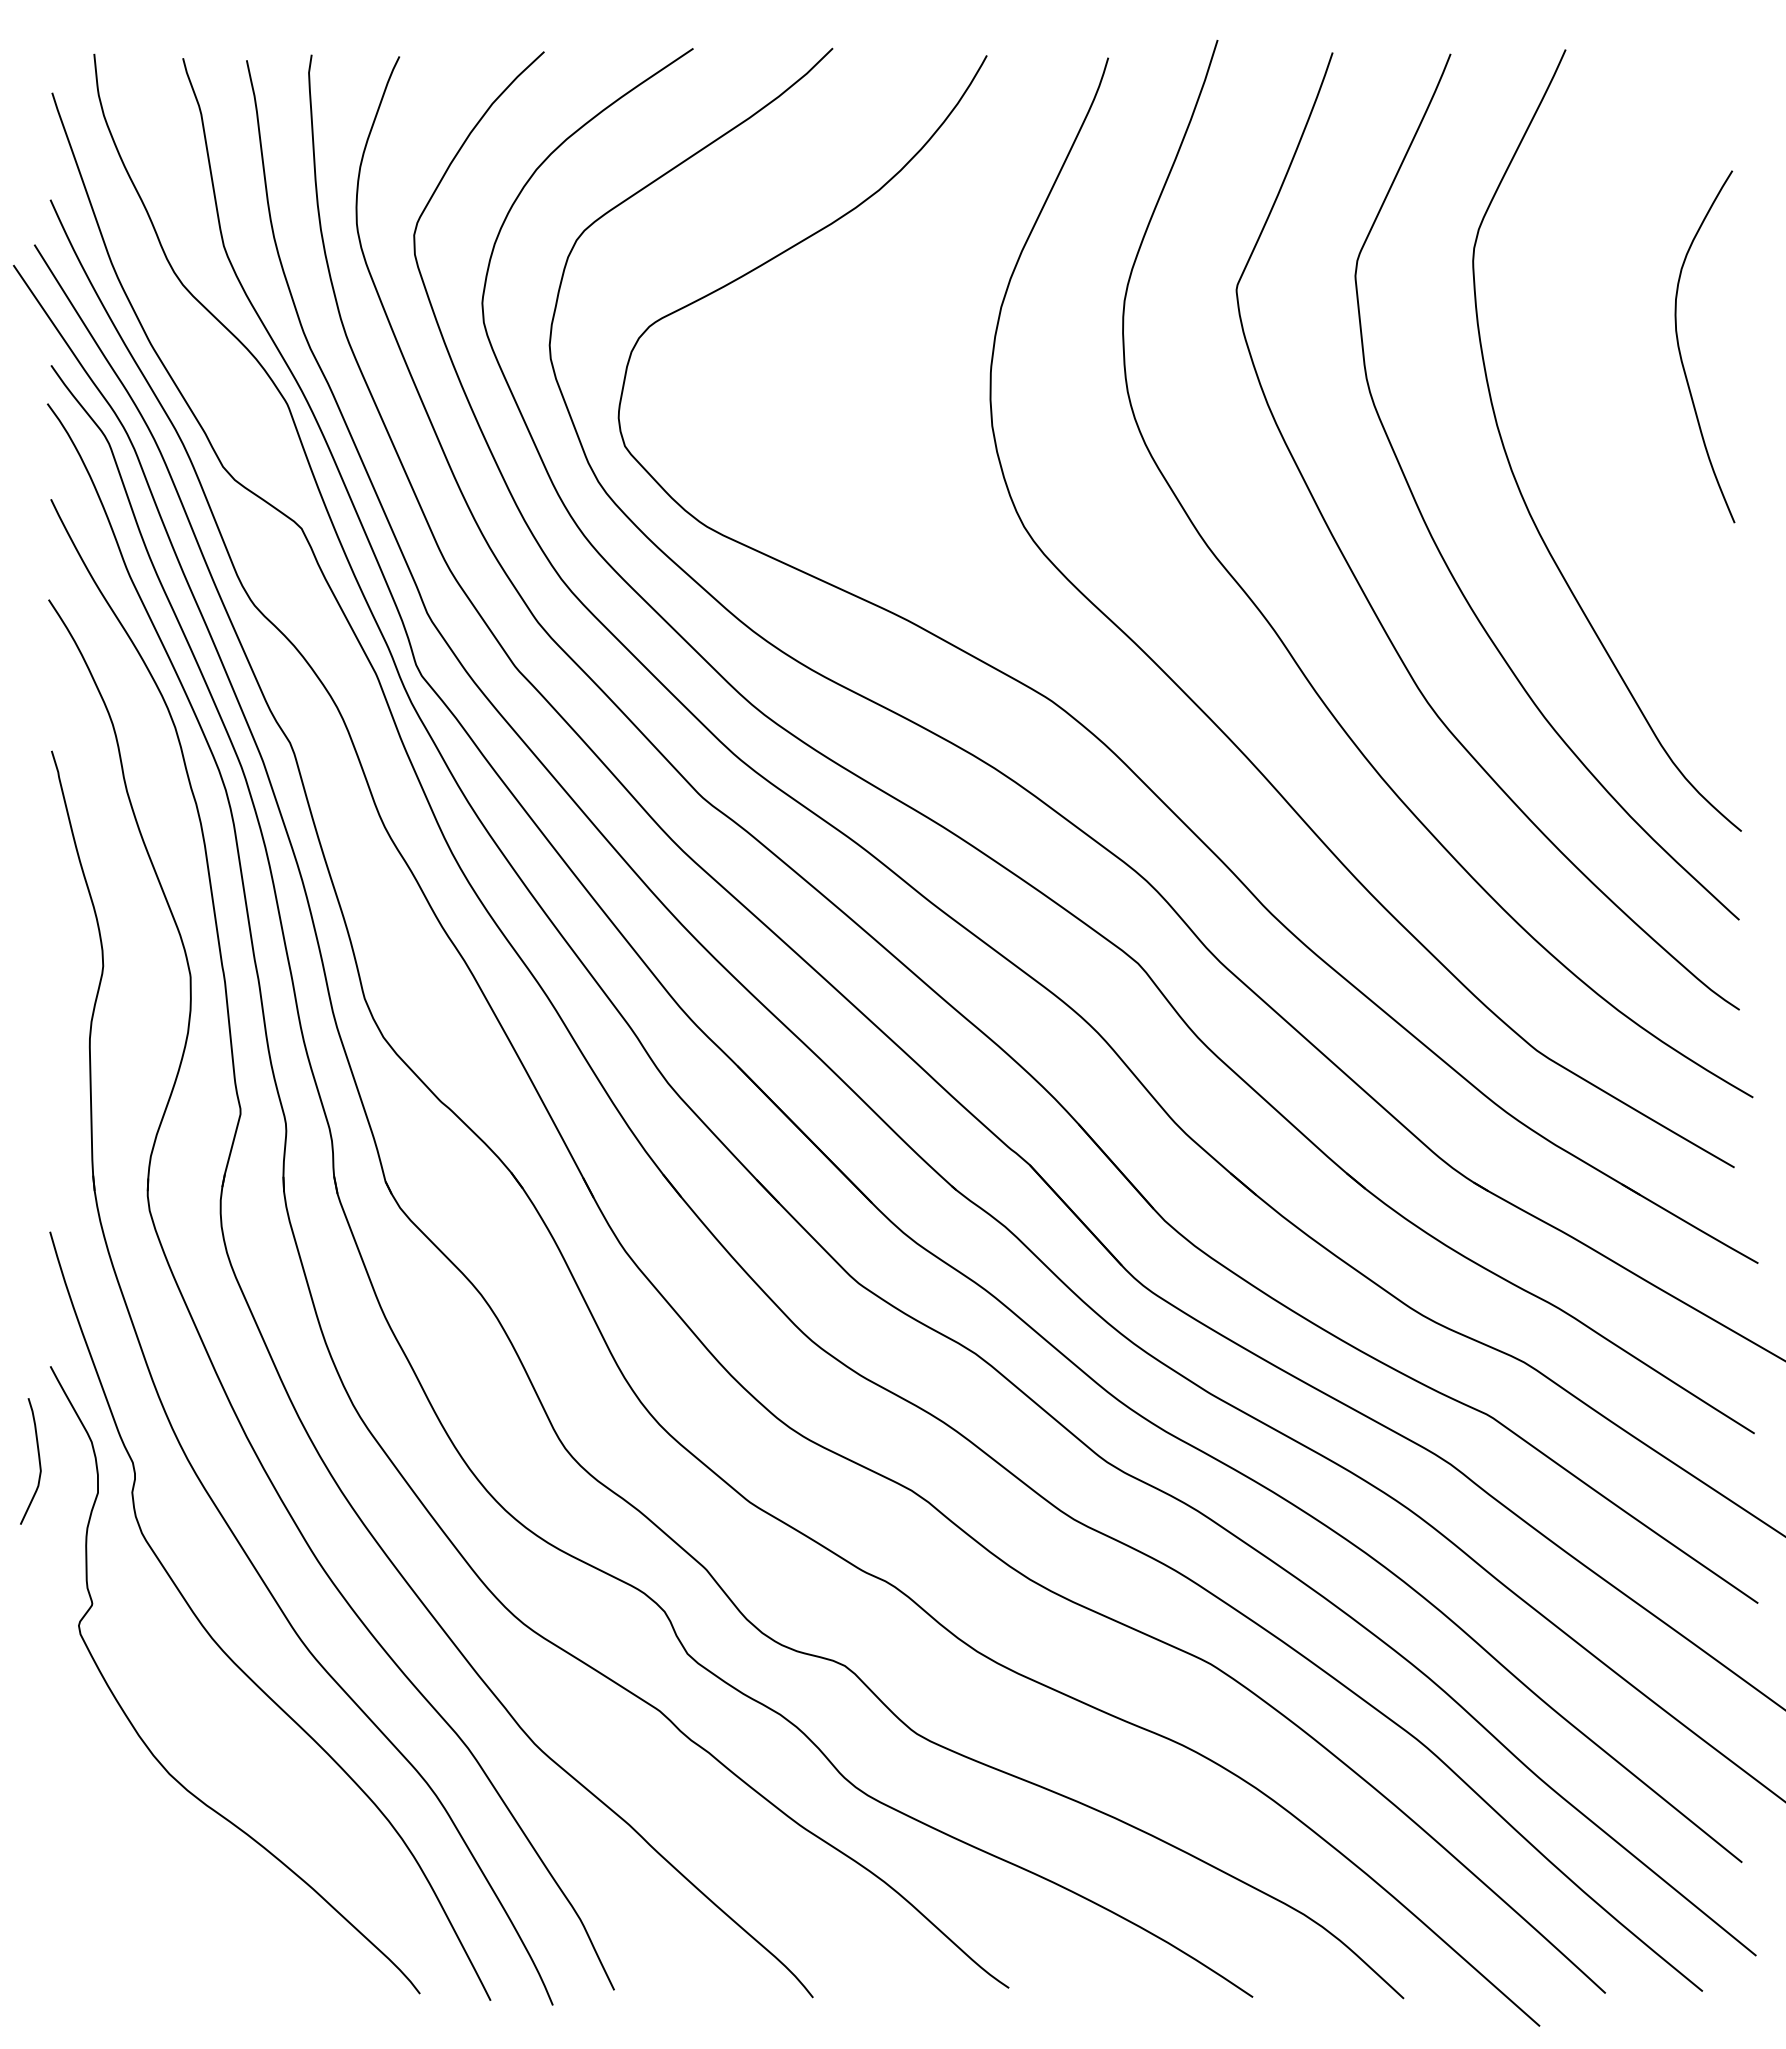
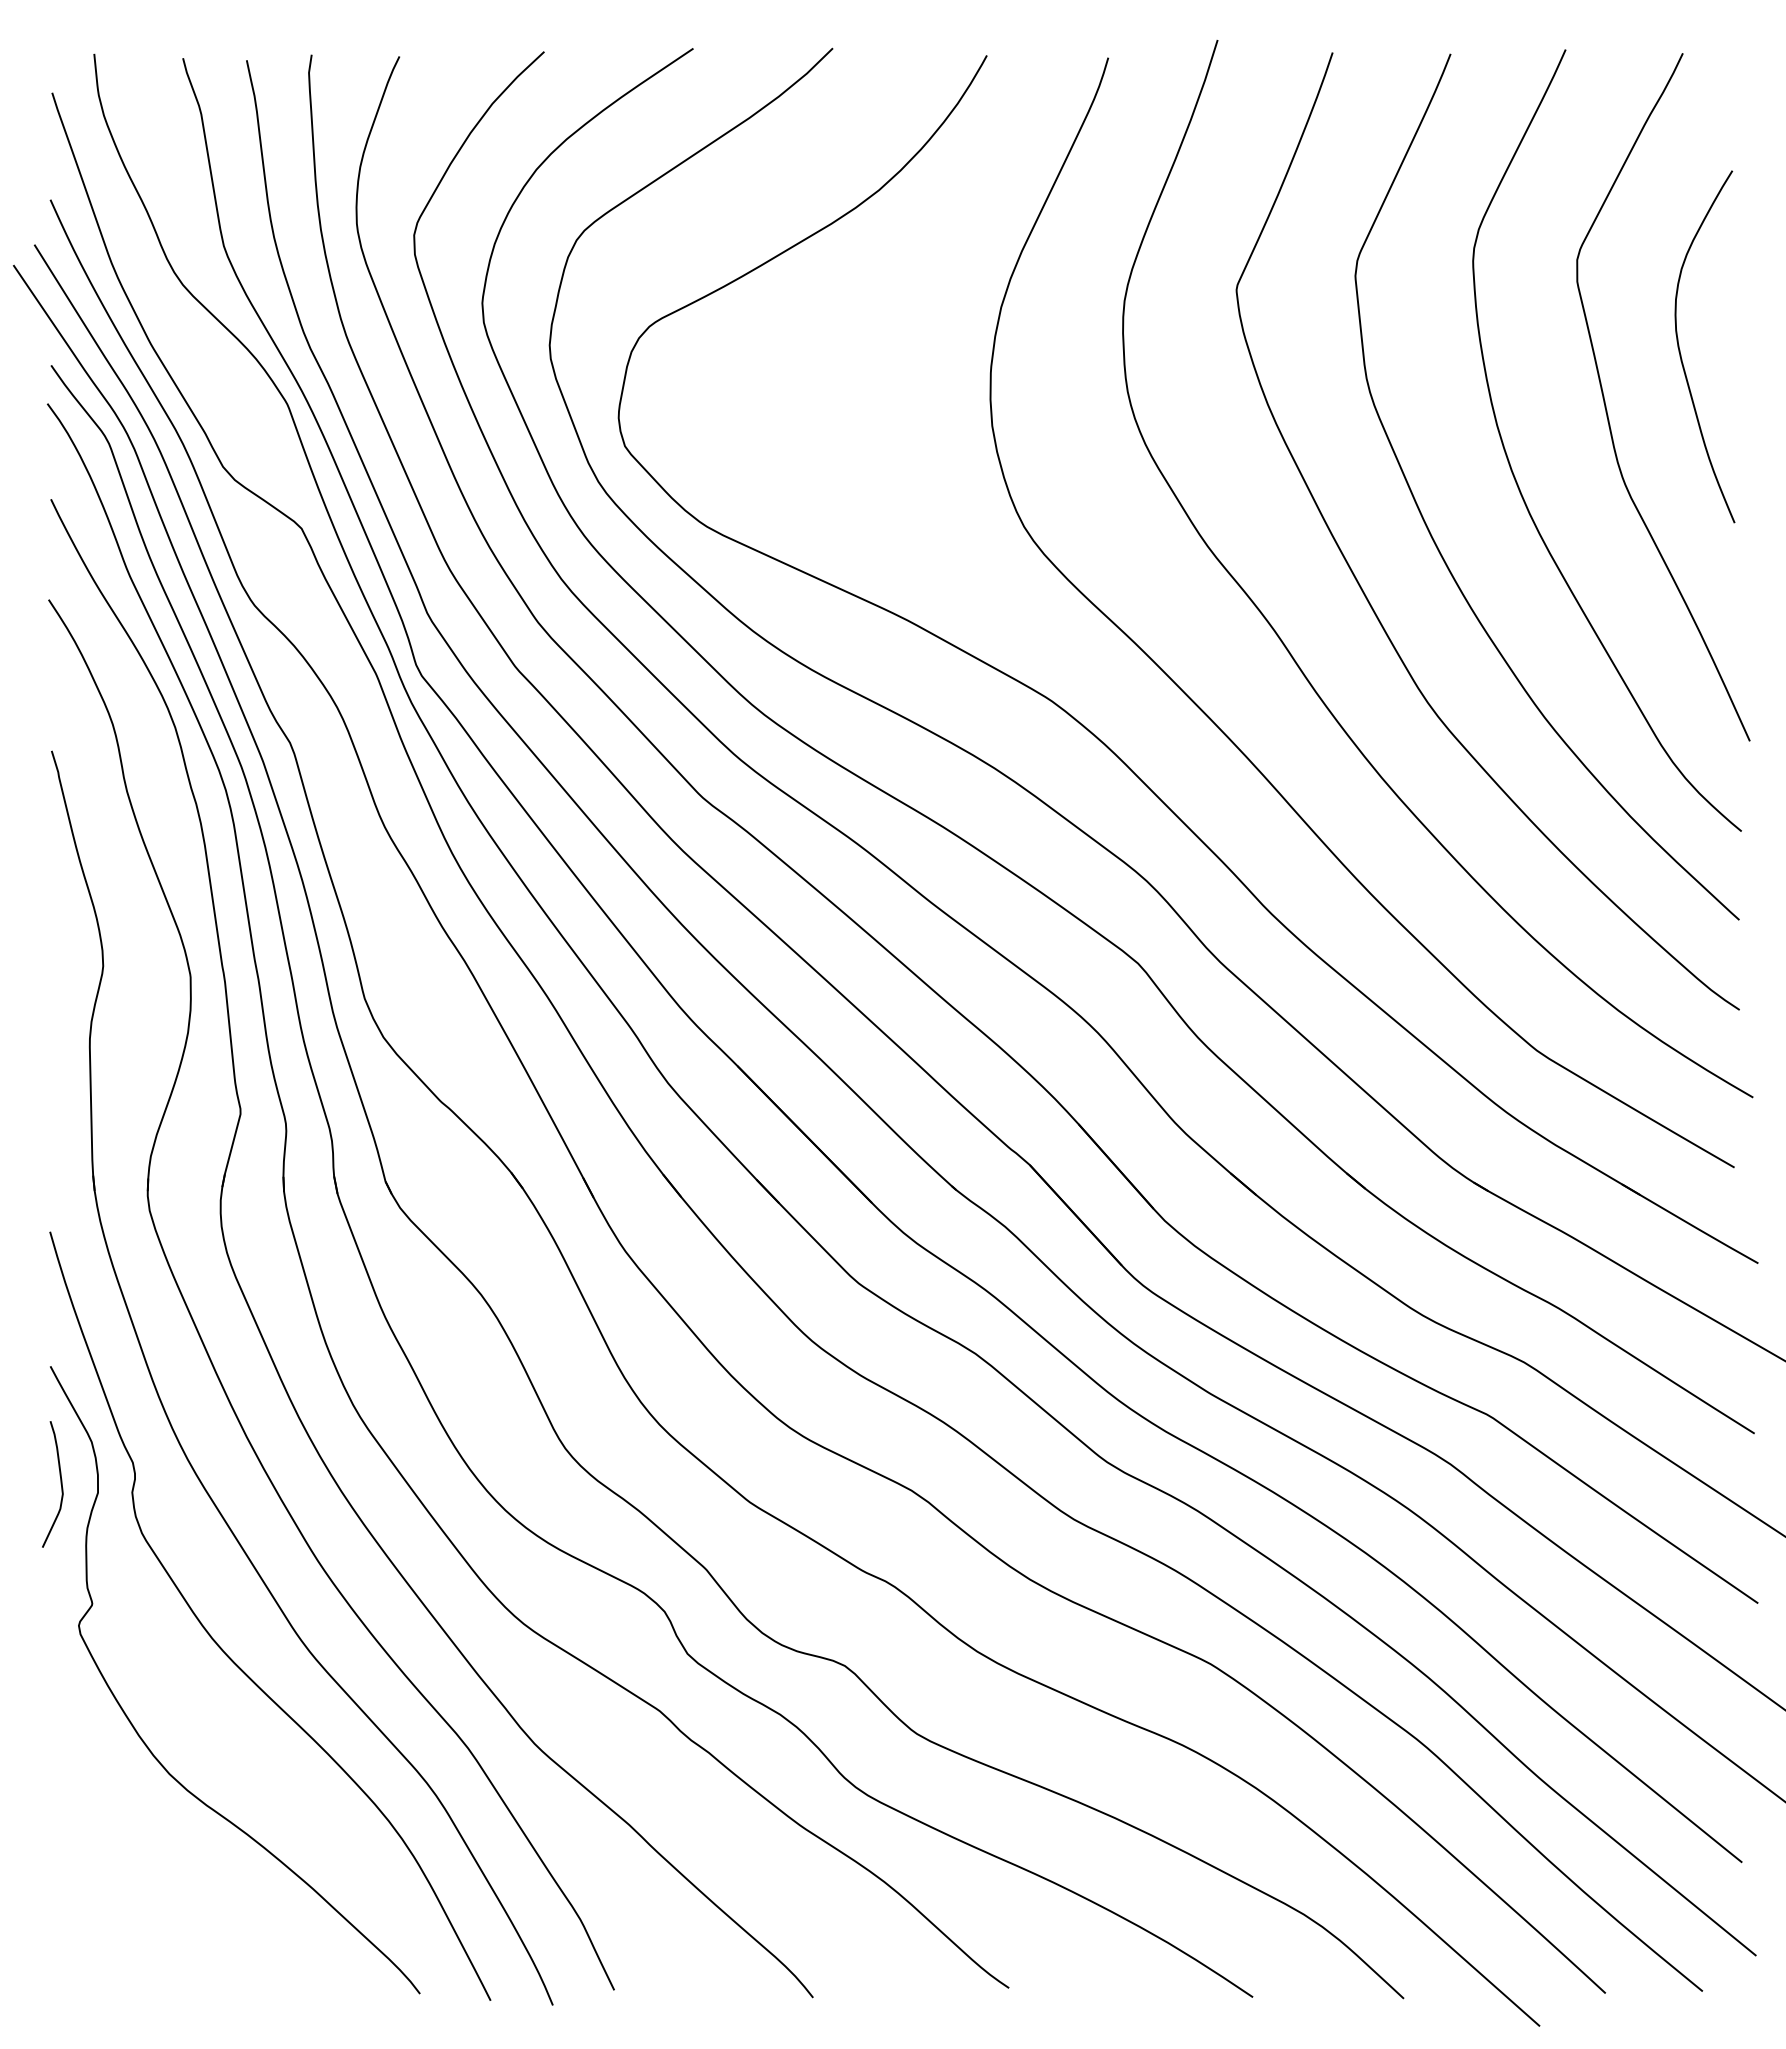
curve at (1607, 410): none -> present
curve at (38, 1461) position: (38, 1461) -> (60, 1484)
